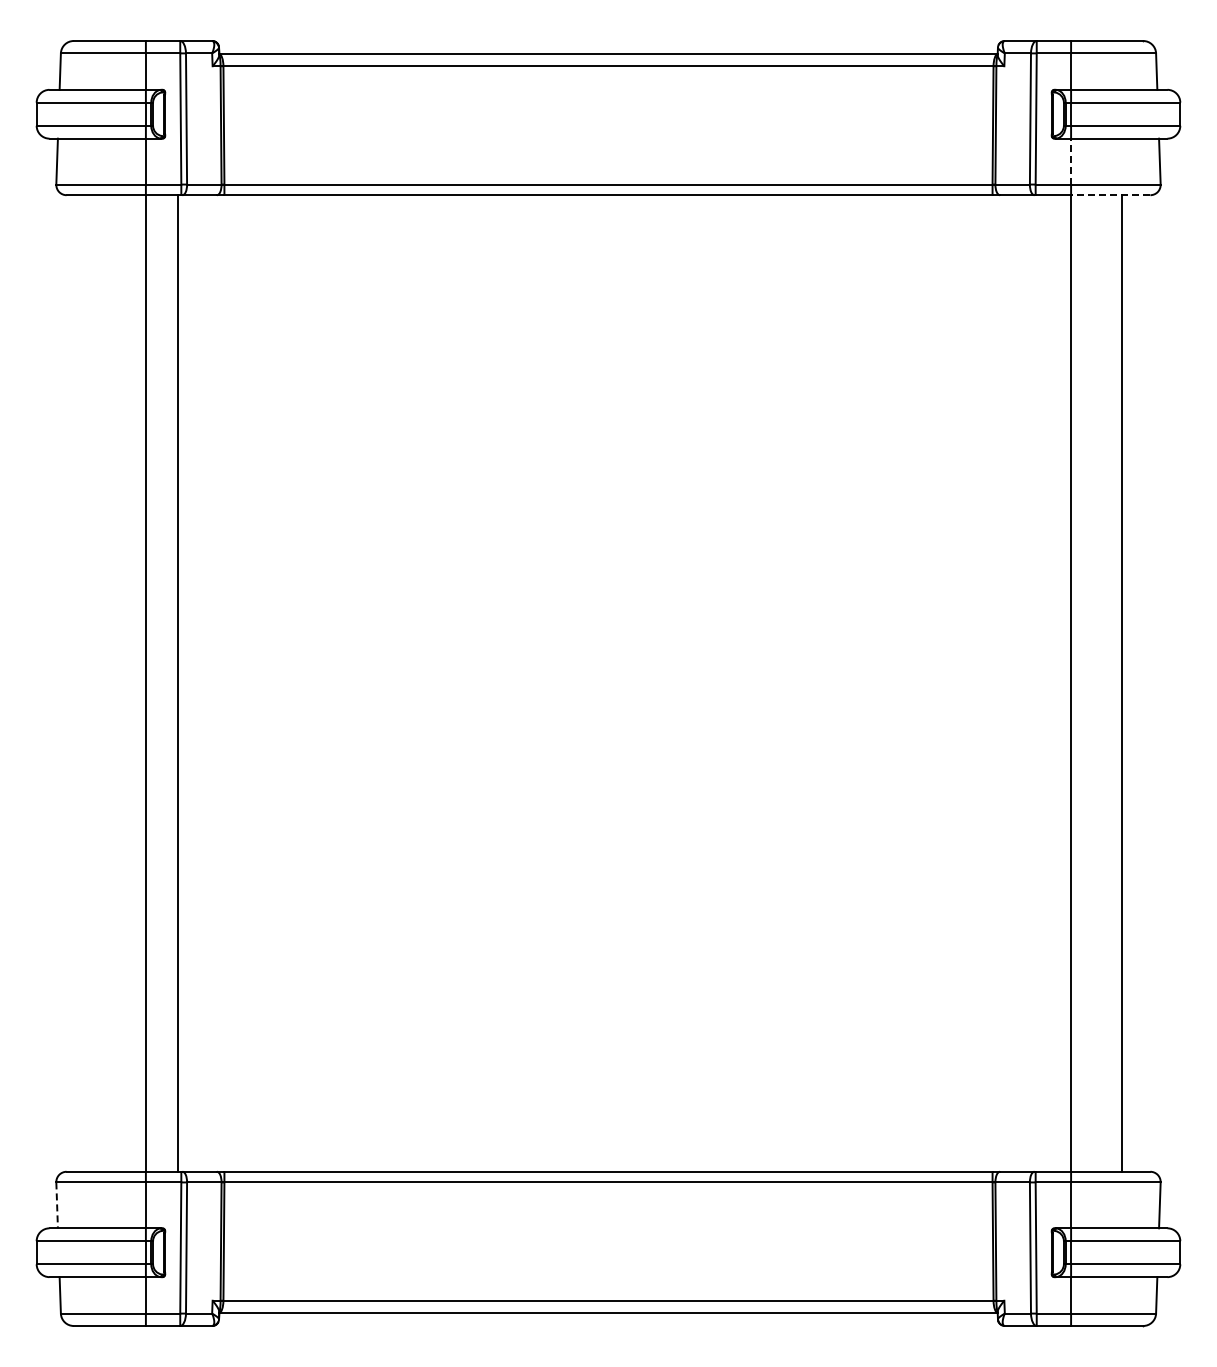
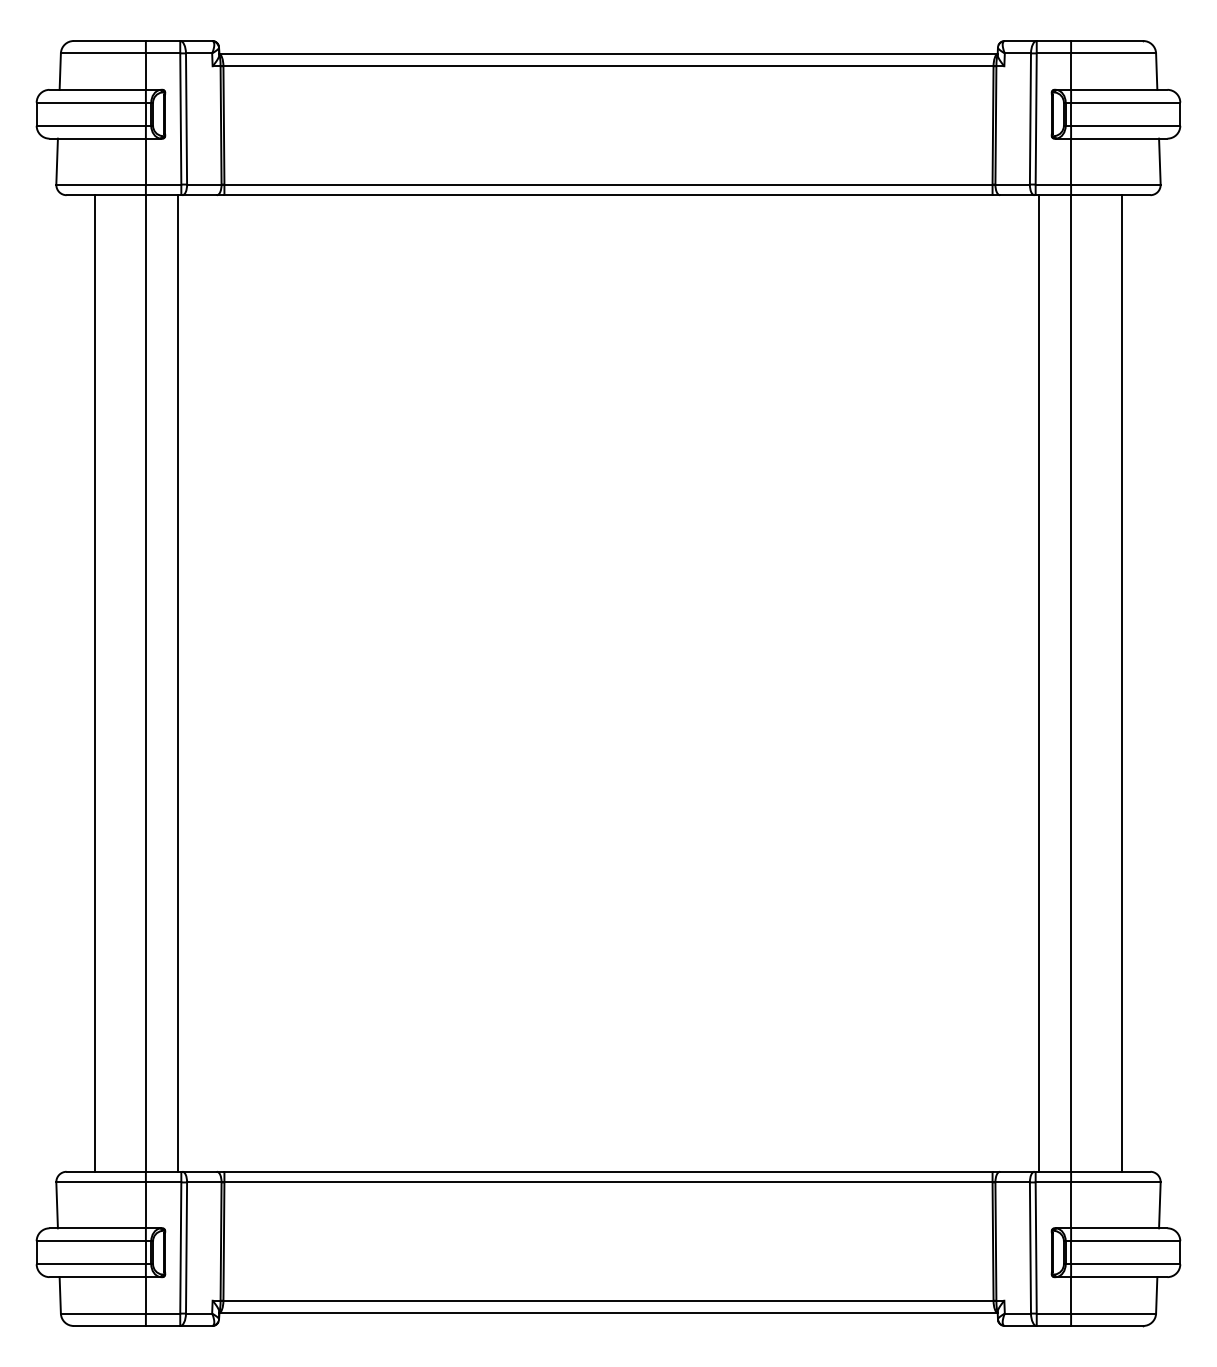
line at (1071, 161): dashed -> solid
line at (1110, 195): dashed -> solid
line at (94, 683): none -> present
line at (1038, 683): none -> present
line at (57, 1205): dashed -> solid
